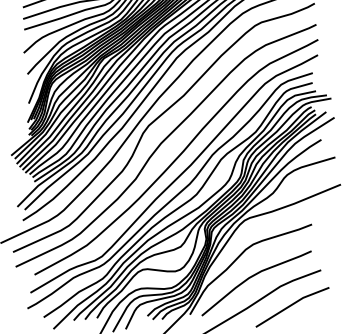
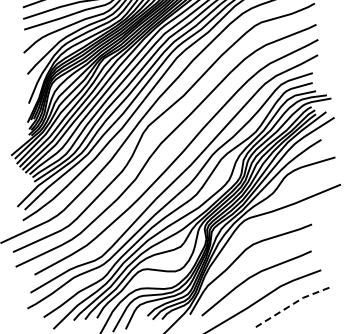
line at (292, 304): solid -> dashed
